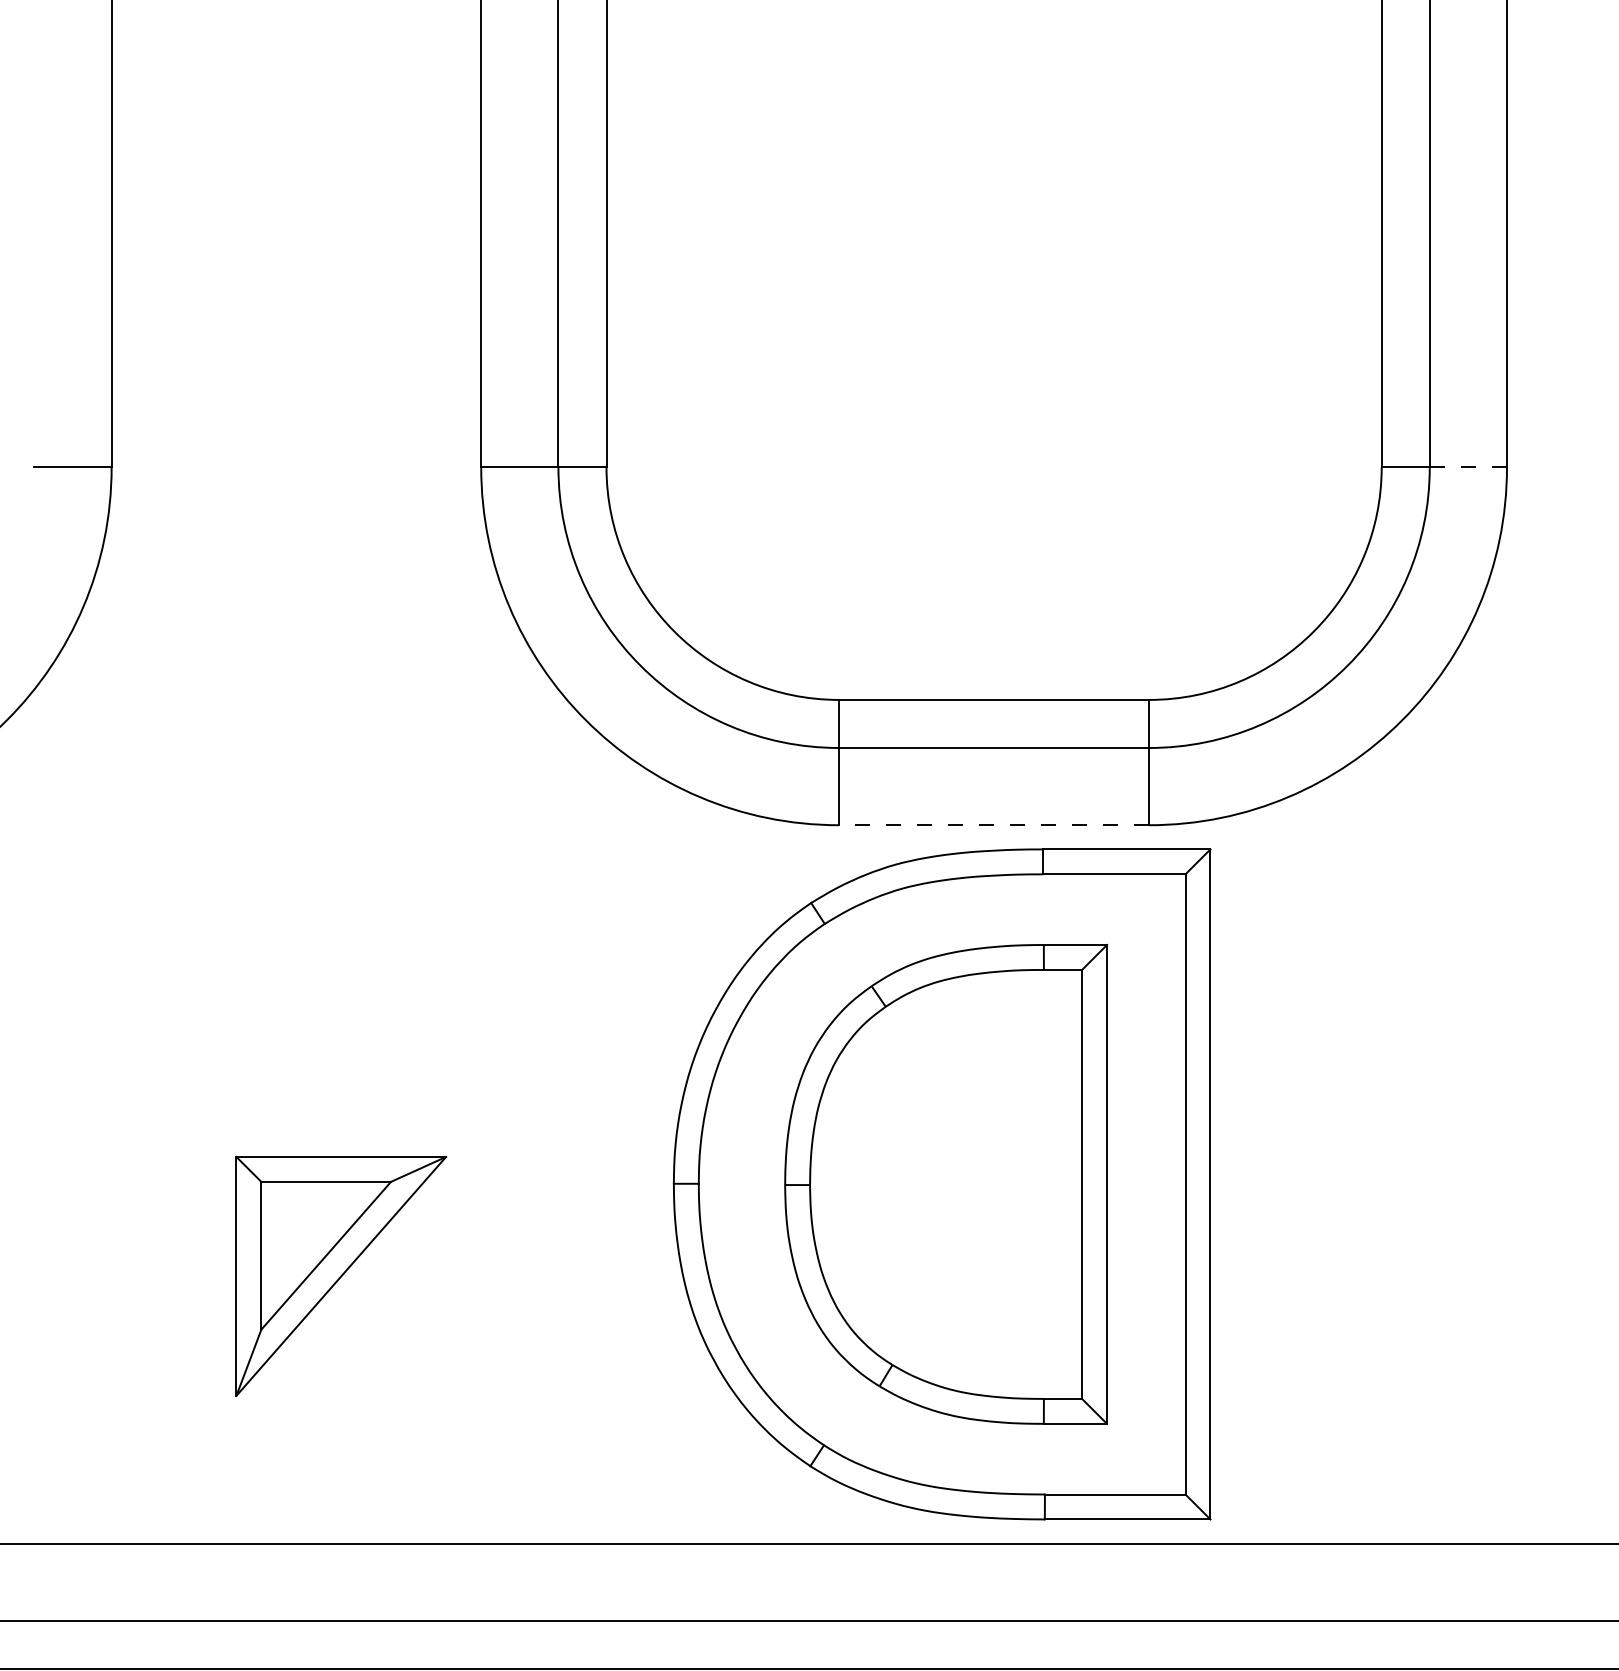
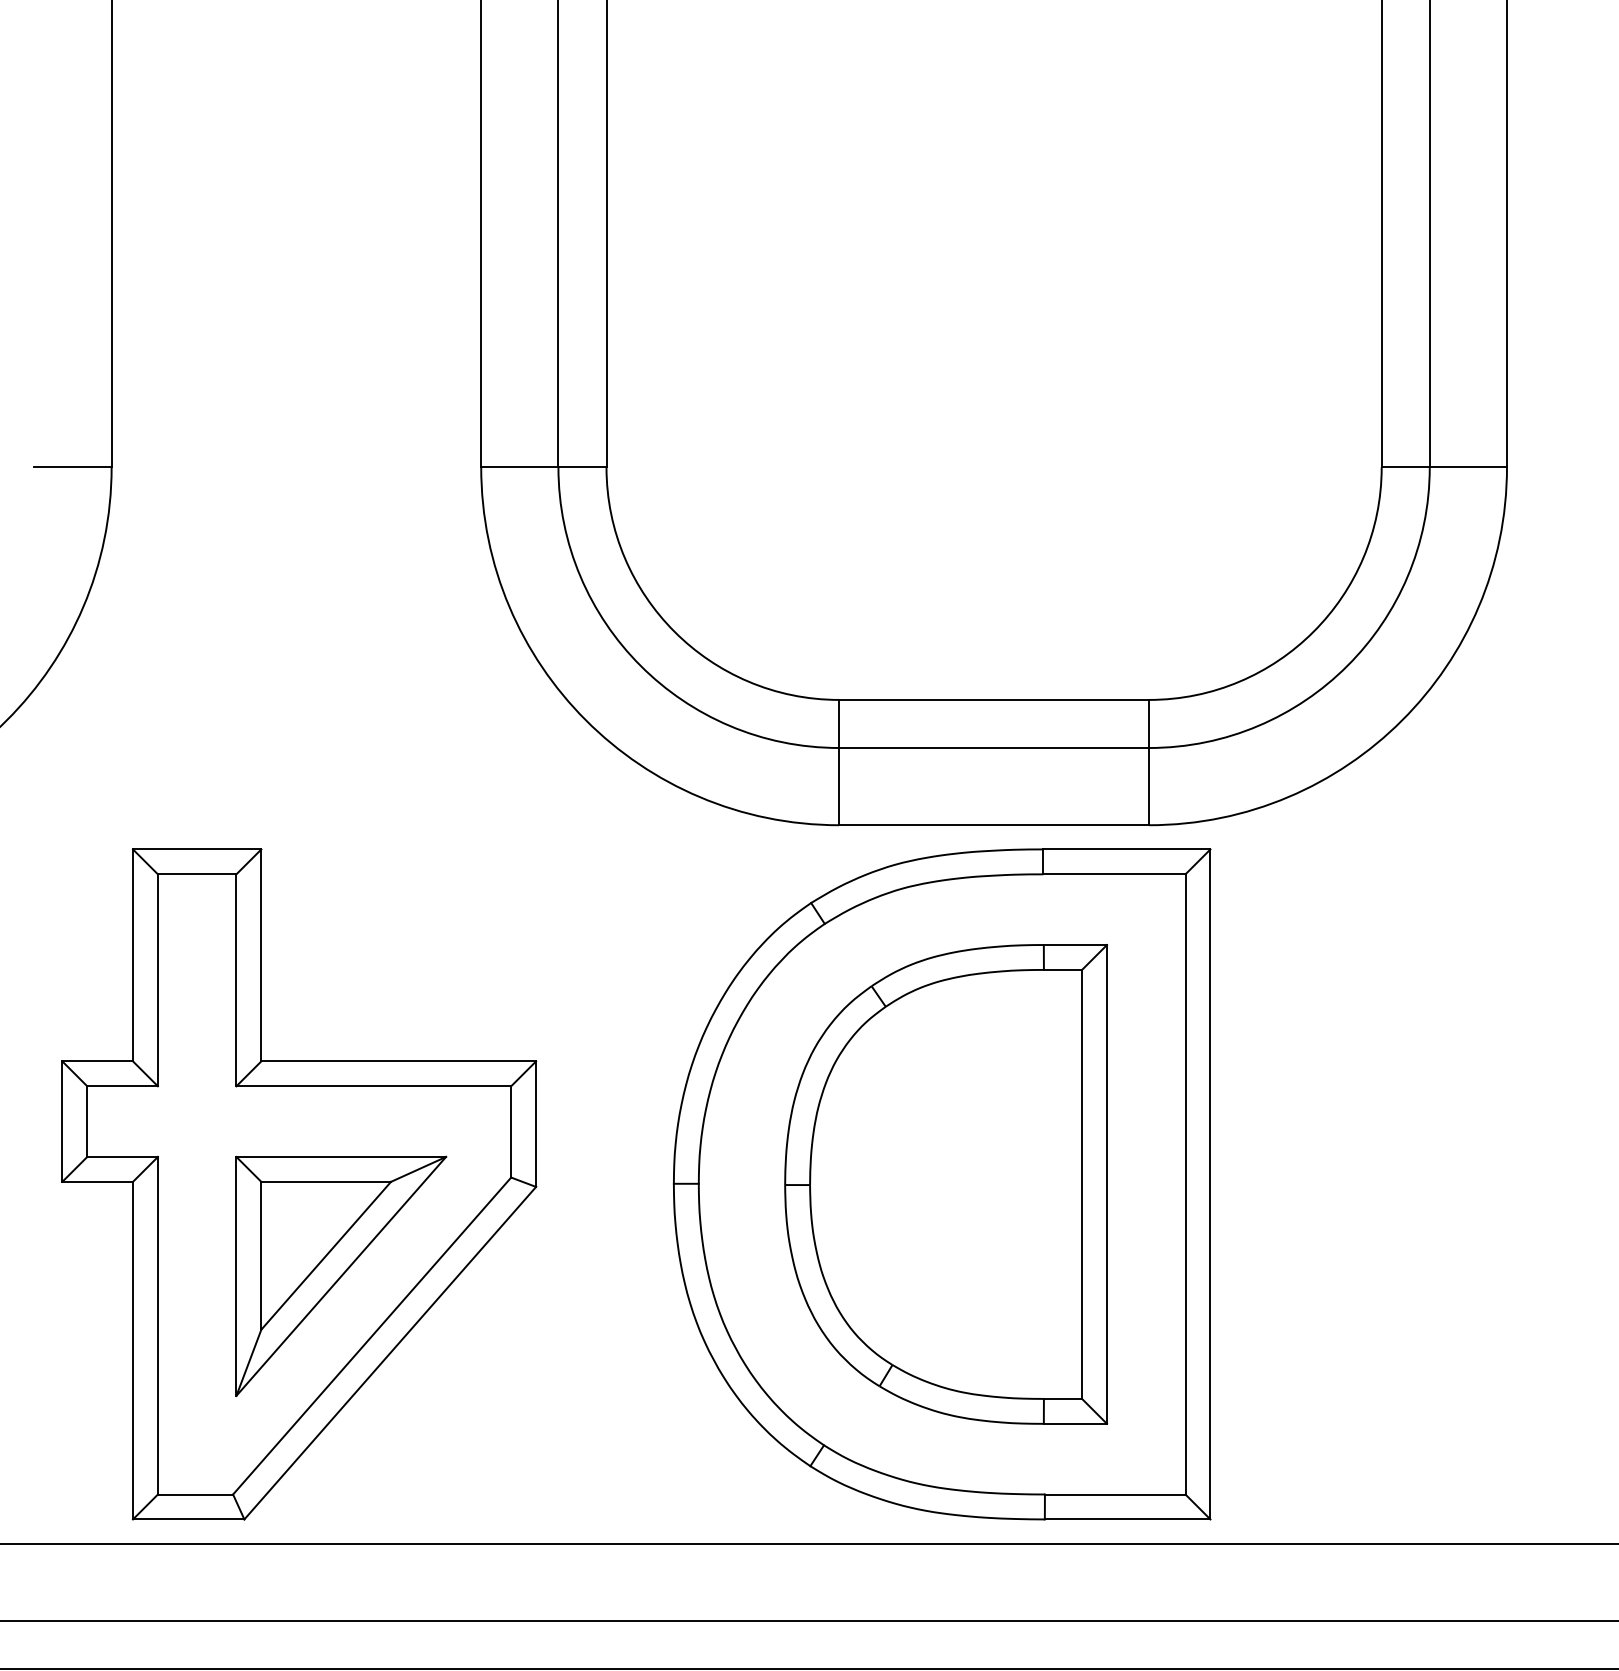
line at (1468, 467): dashed -> solid
line at (993, 825): dashed -> solid
part at (299, 1184): none -> present
